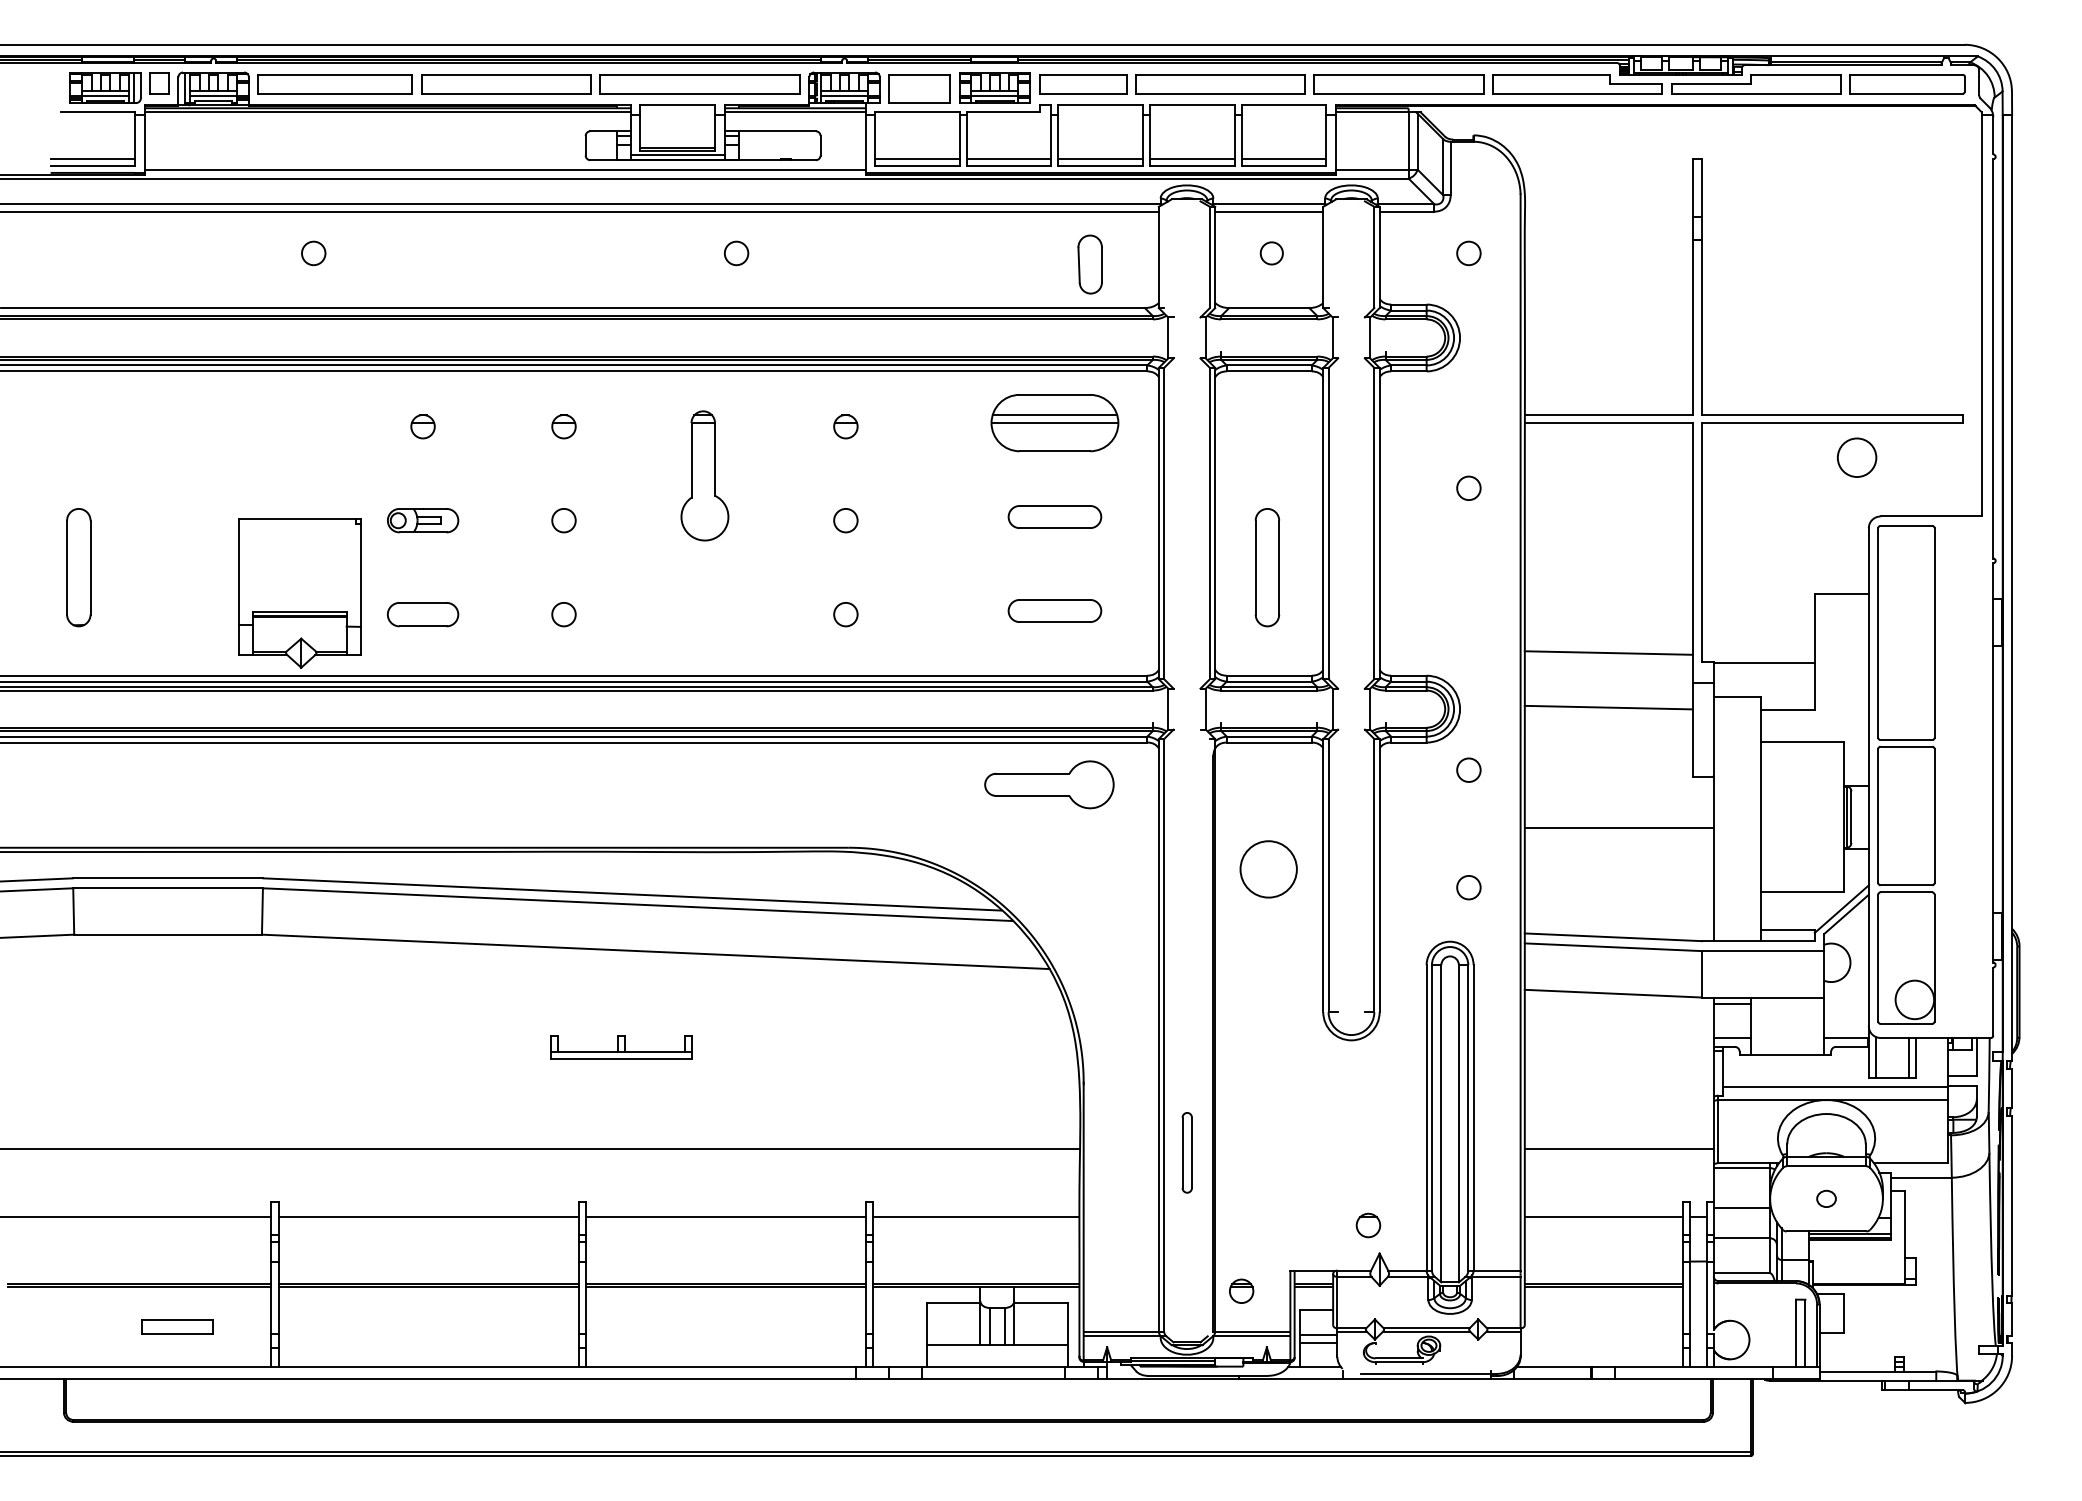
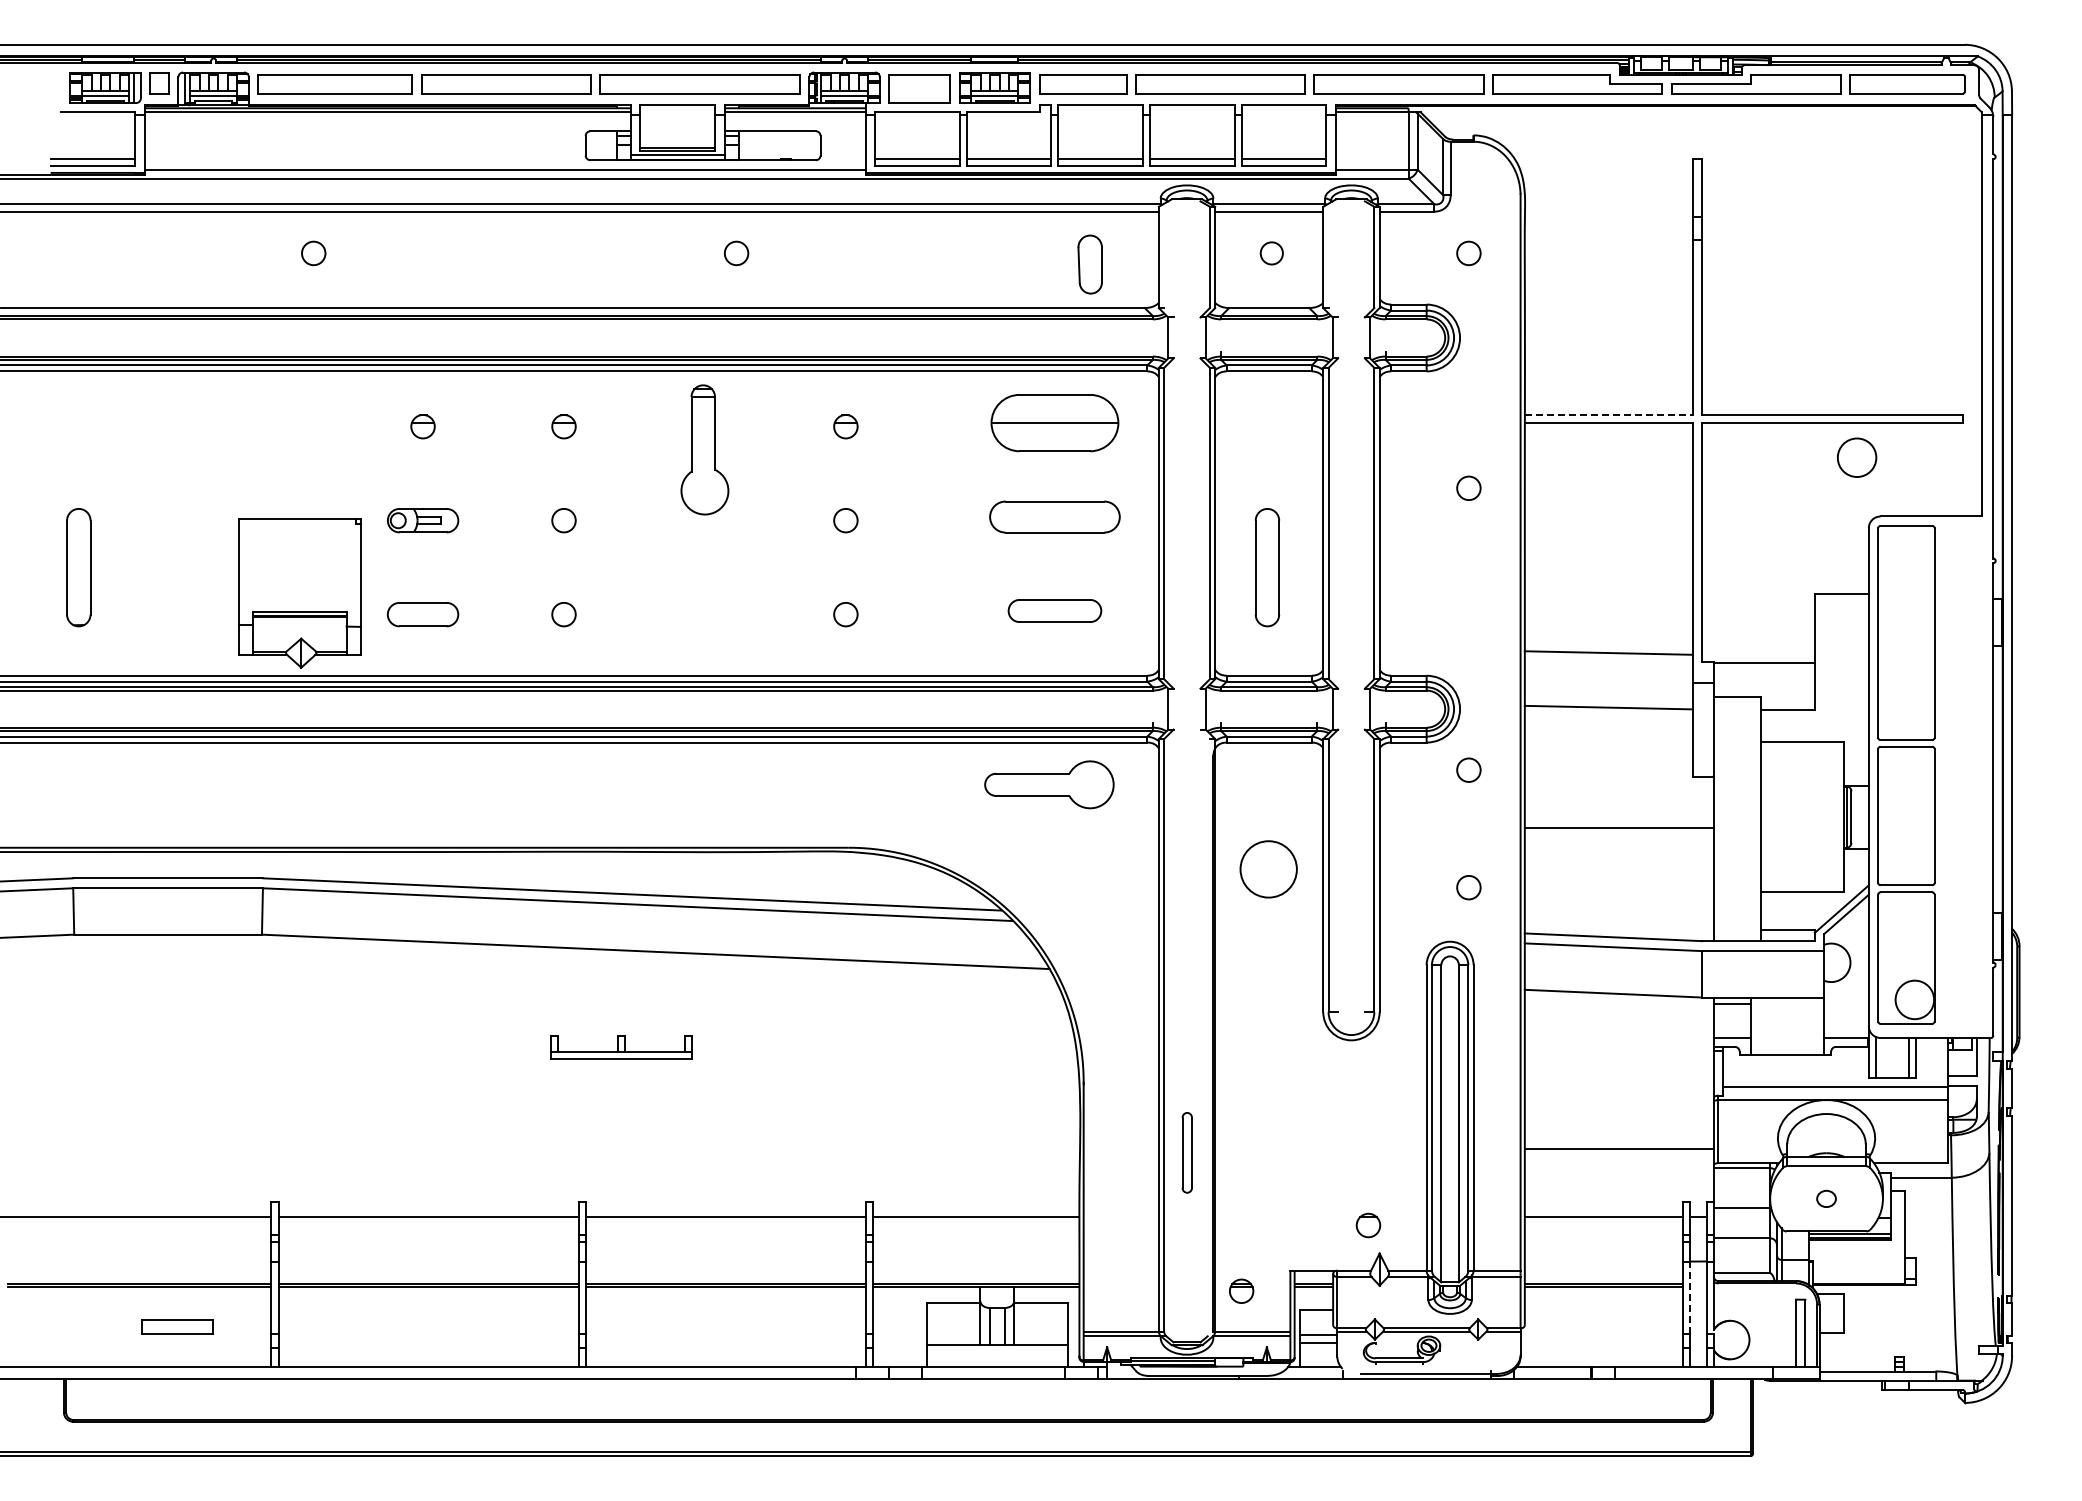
line at (1054, 415): present -> none
line at (1608, 415): solid -> dashed
part at (704, 475) position: (704, 475) -> (704, 449)
part at (1054, 516) size: 96x24 px -> 132x34 px
line at (540, 1149): present -> none
line at (1690, 1297): solid -> dashed
